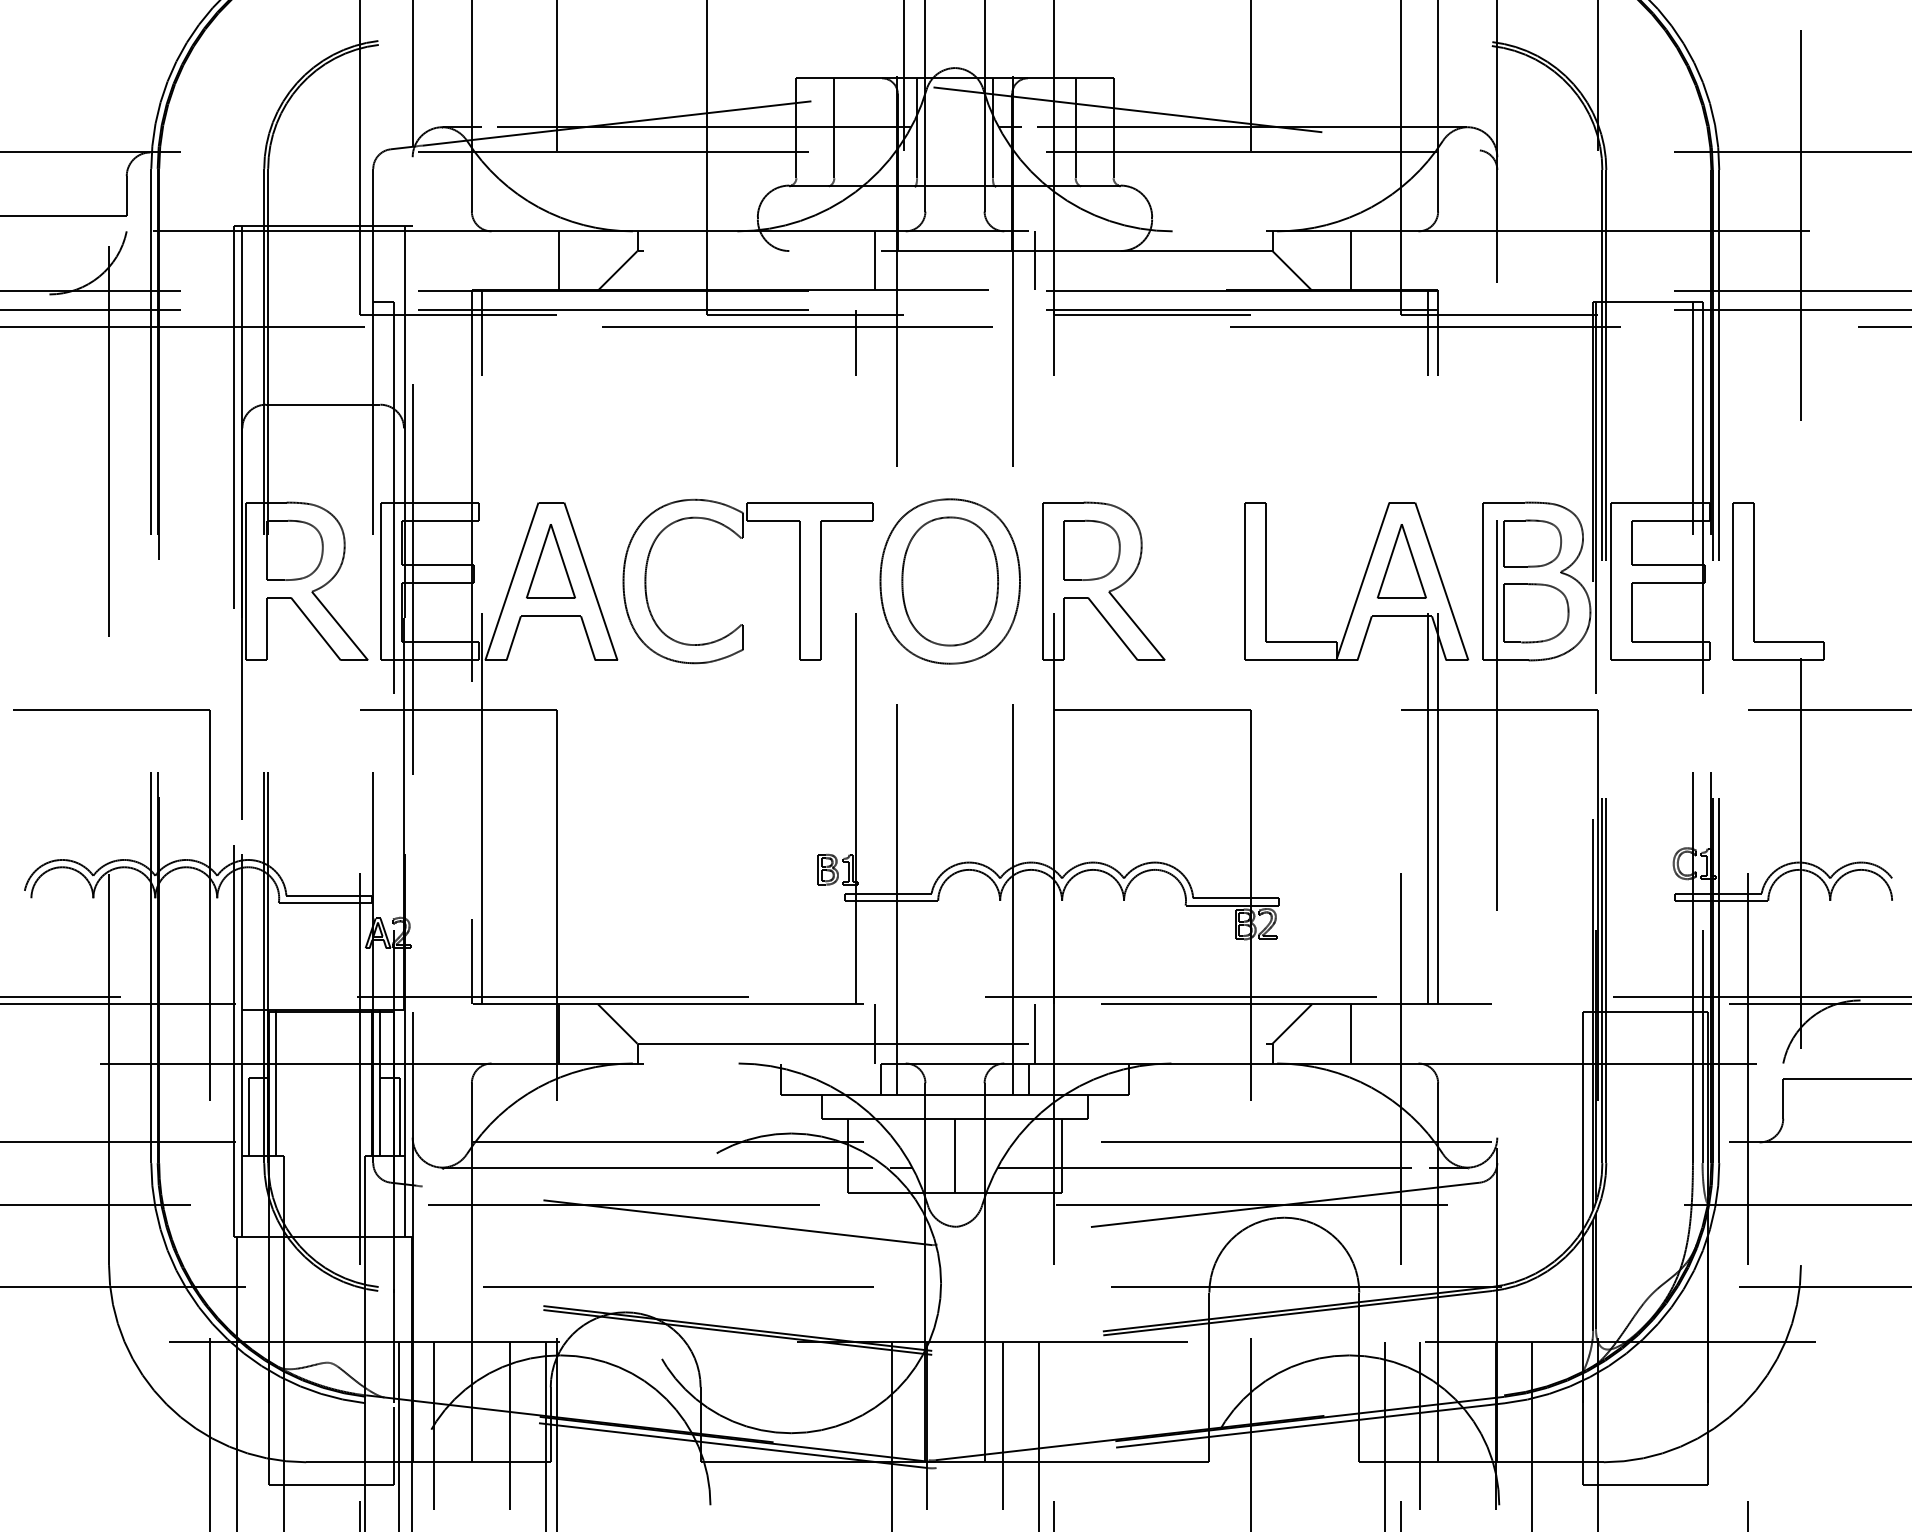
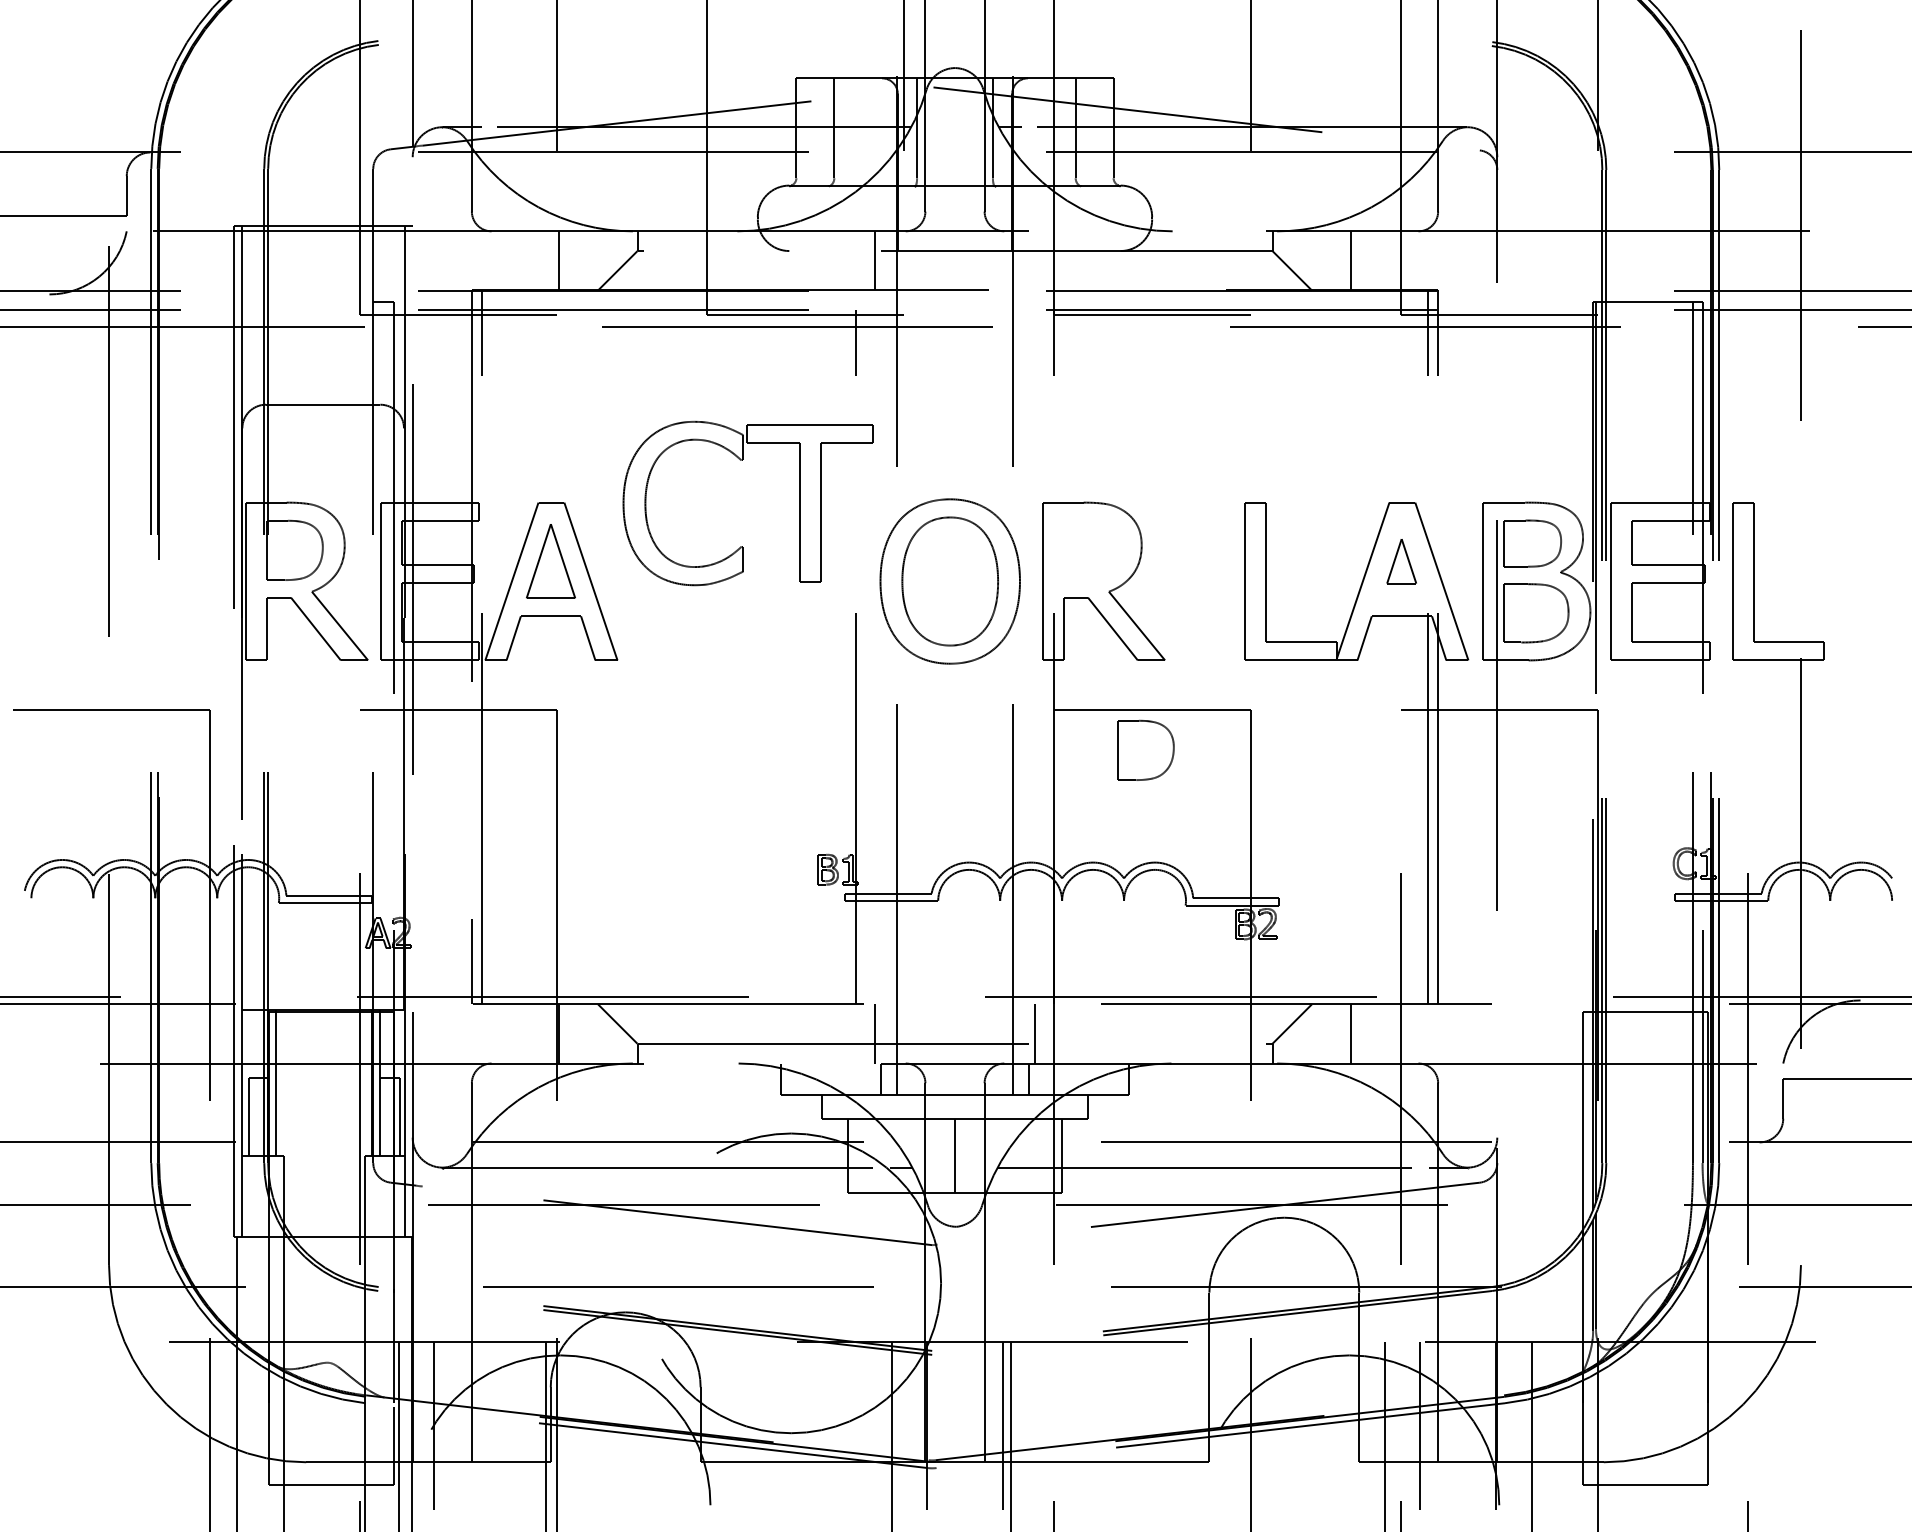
line at (1034, 260): present -> none
part at (742, 538) position: (742, 538) -> (742, 460)
part at (1091, 549) position: (1091, 549) -> (1145, 749)
part at (1401, 561) size: 51x75 px -> 31x46 px
line at (1828, 709): present -> none
line at (510, 1425): present -> none
line at (1038, 1434) position: (1038, 1434) -> (1010, 1434)
